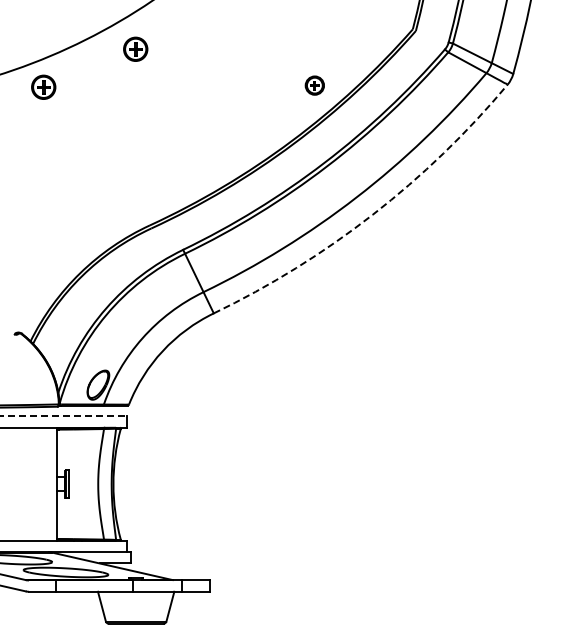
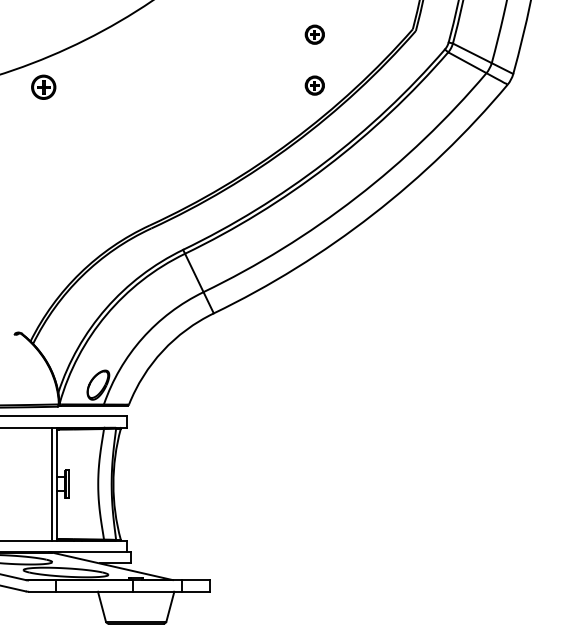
part at (314, 34): none -> present
part at (135, 48): present -> none
arc at (372, 214): dashed -> solid
line at (63, 416): dashed -> solid
line at (51, 483): none -> present
